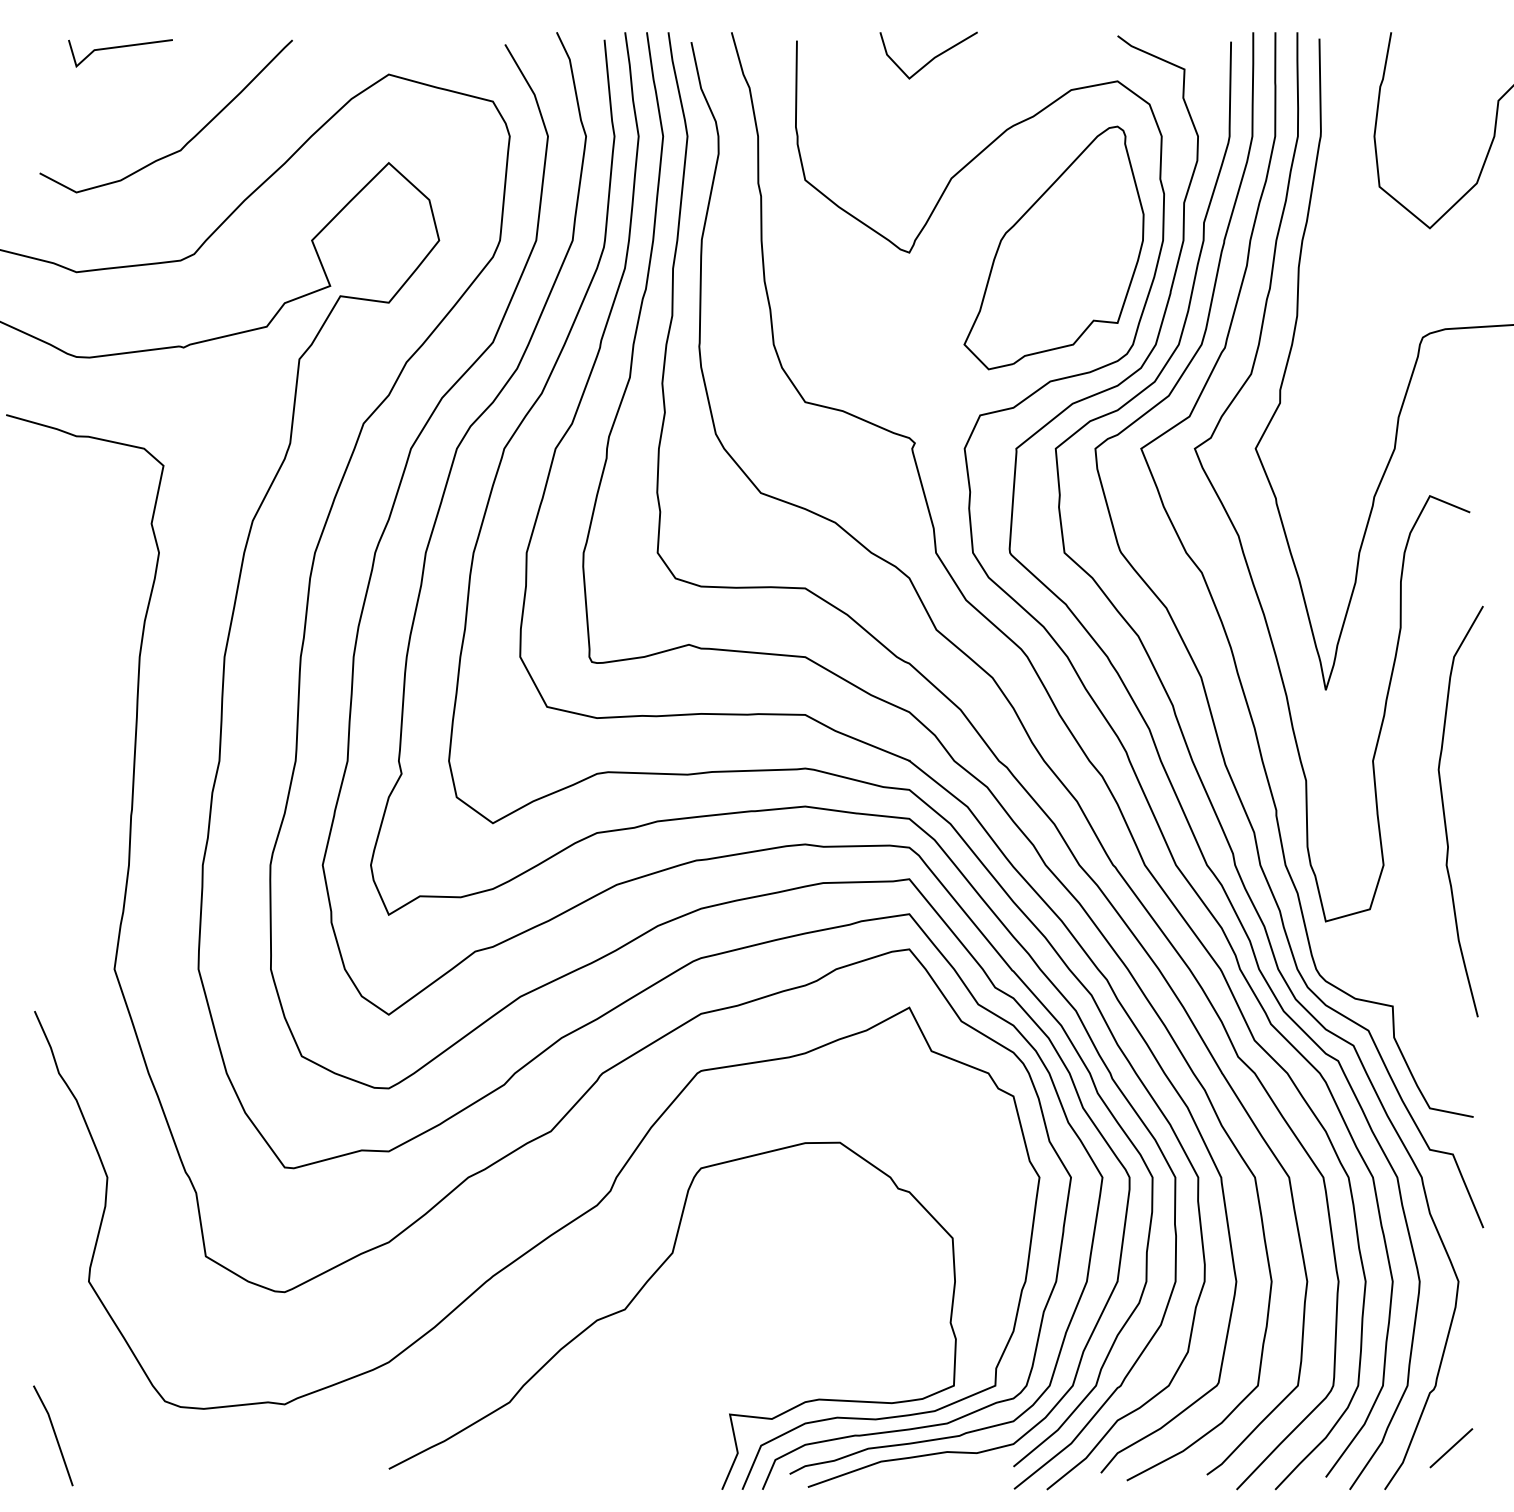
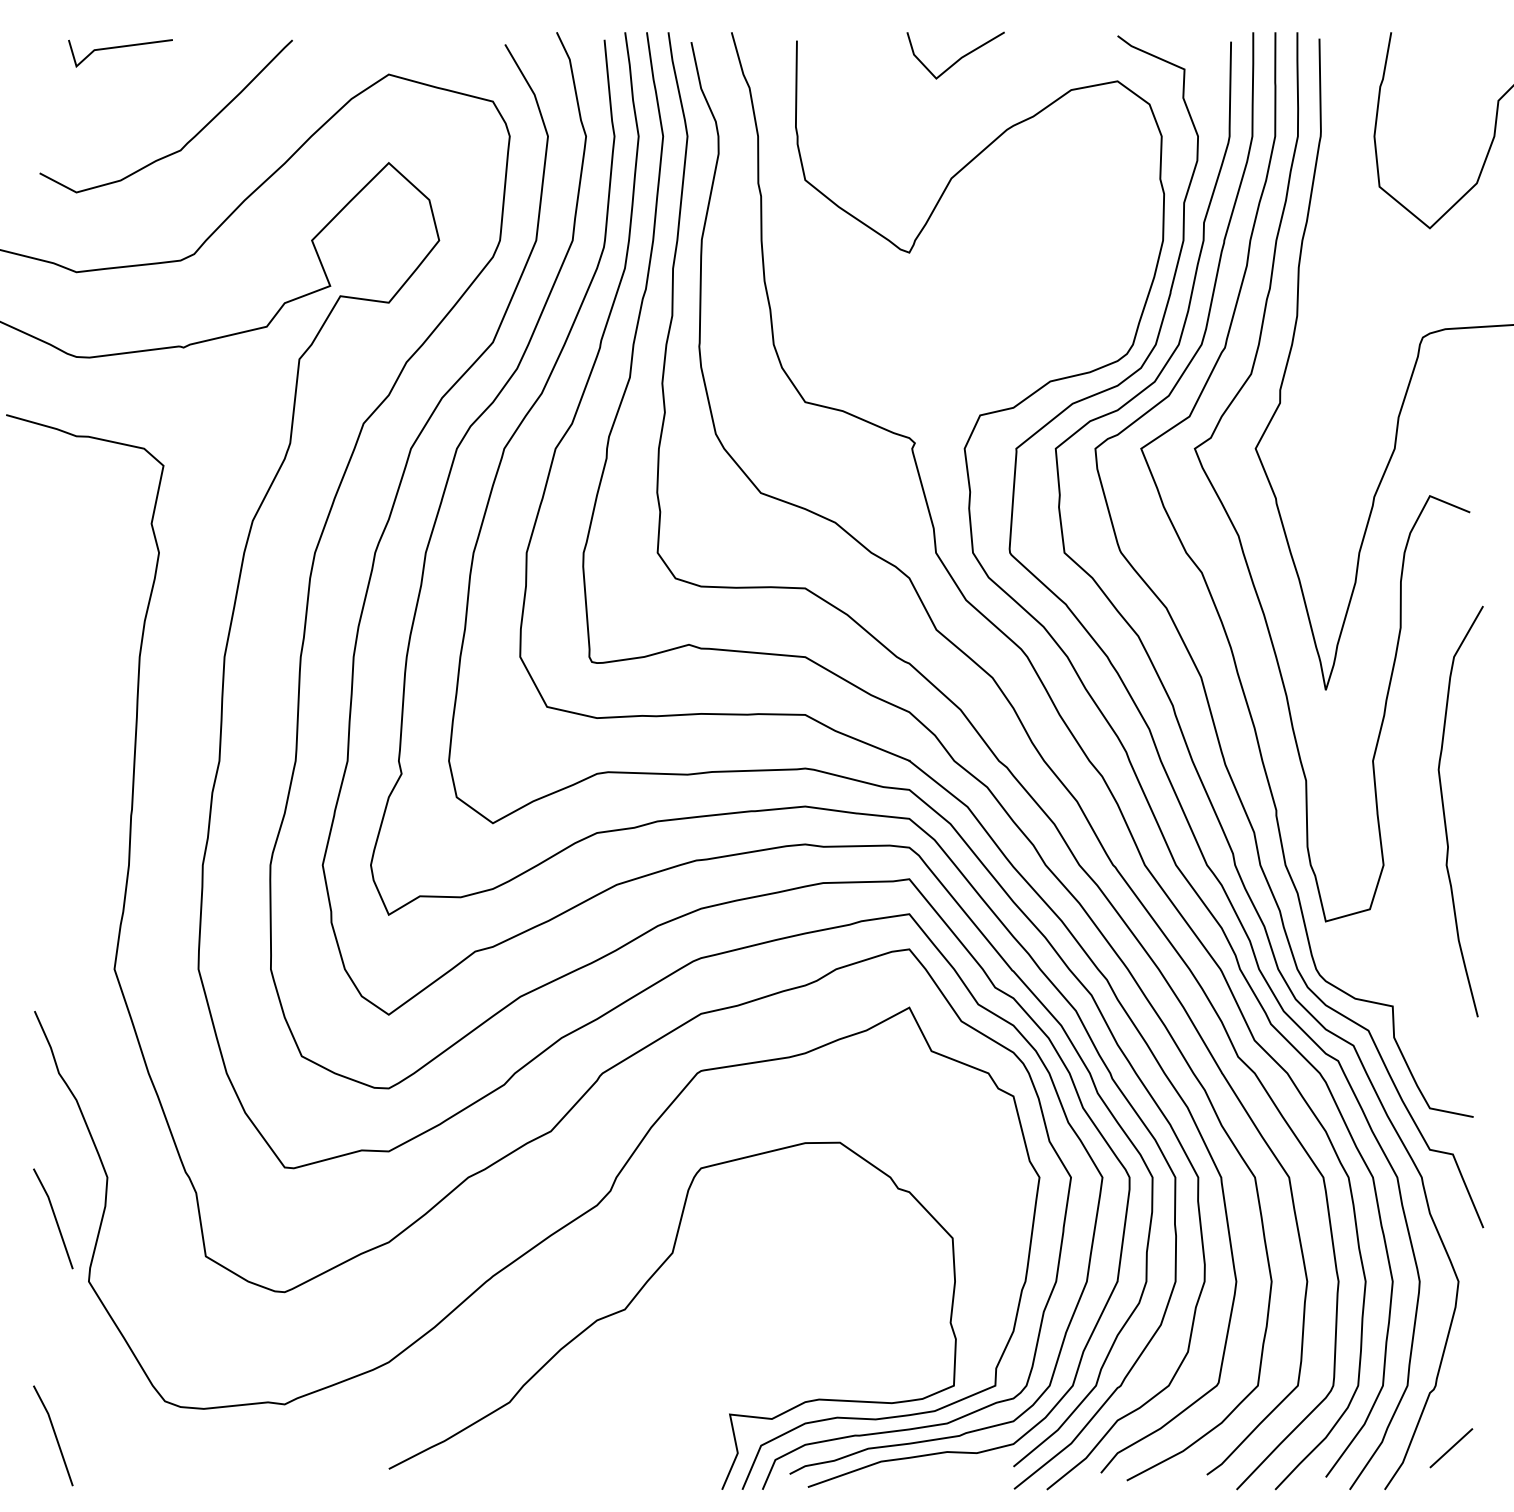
line at (932, 58) position: (932, 58) -> (959, 58)
part at (1053, 247): present -> none
line at (54, 1218): none -> present
